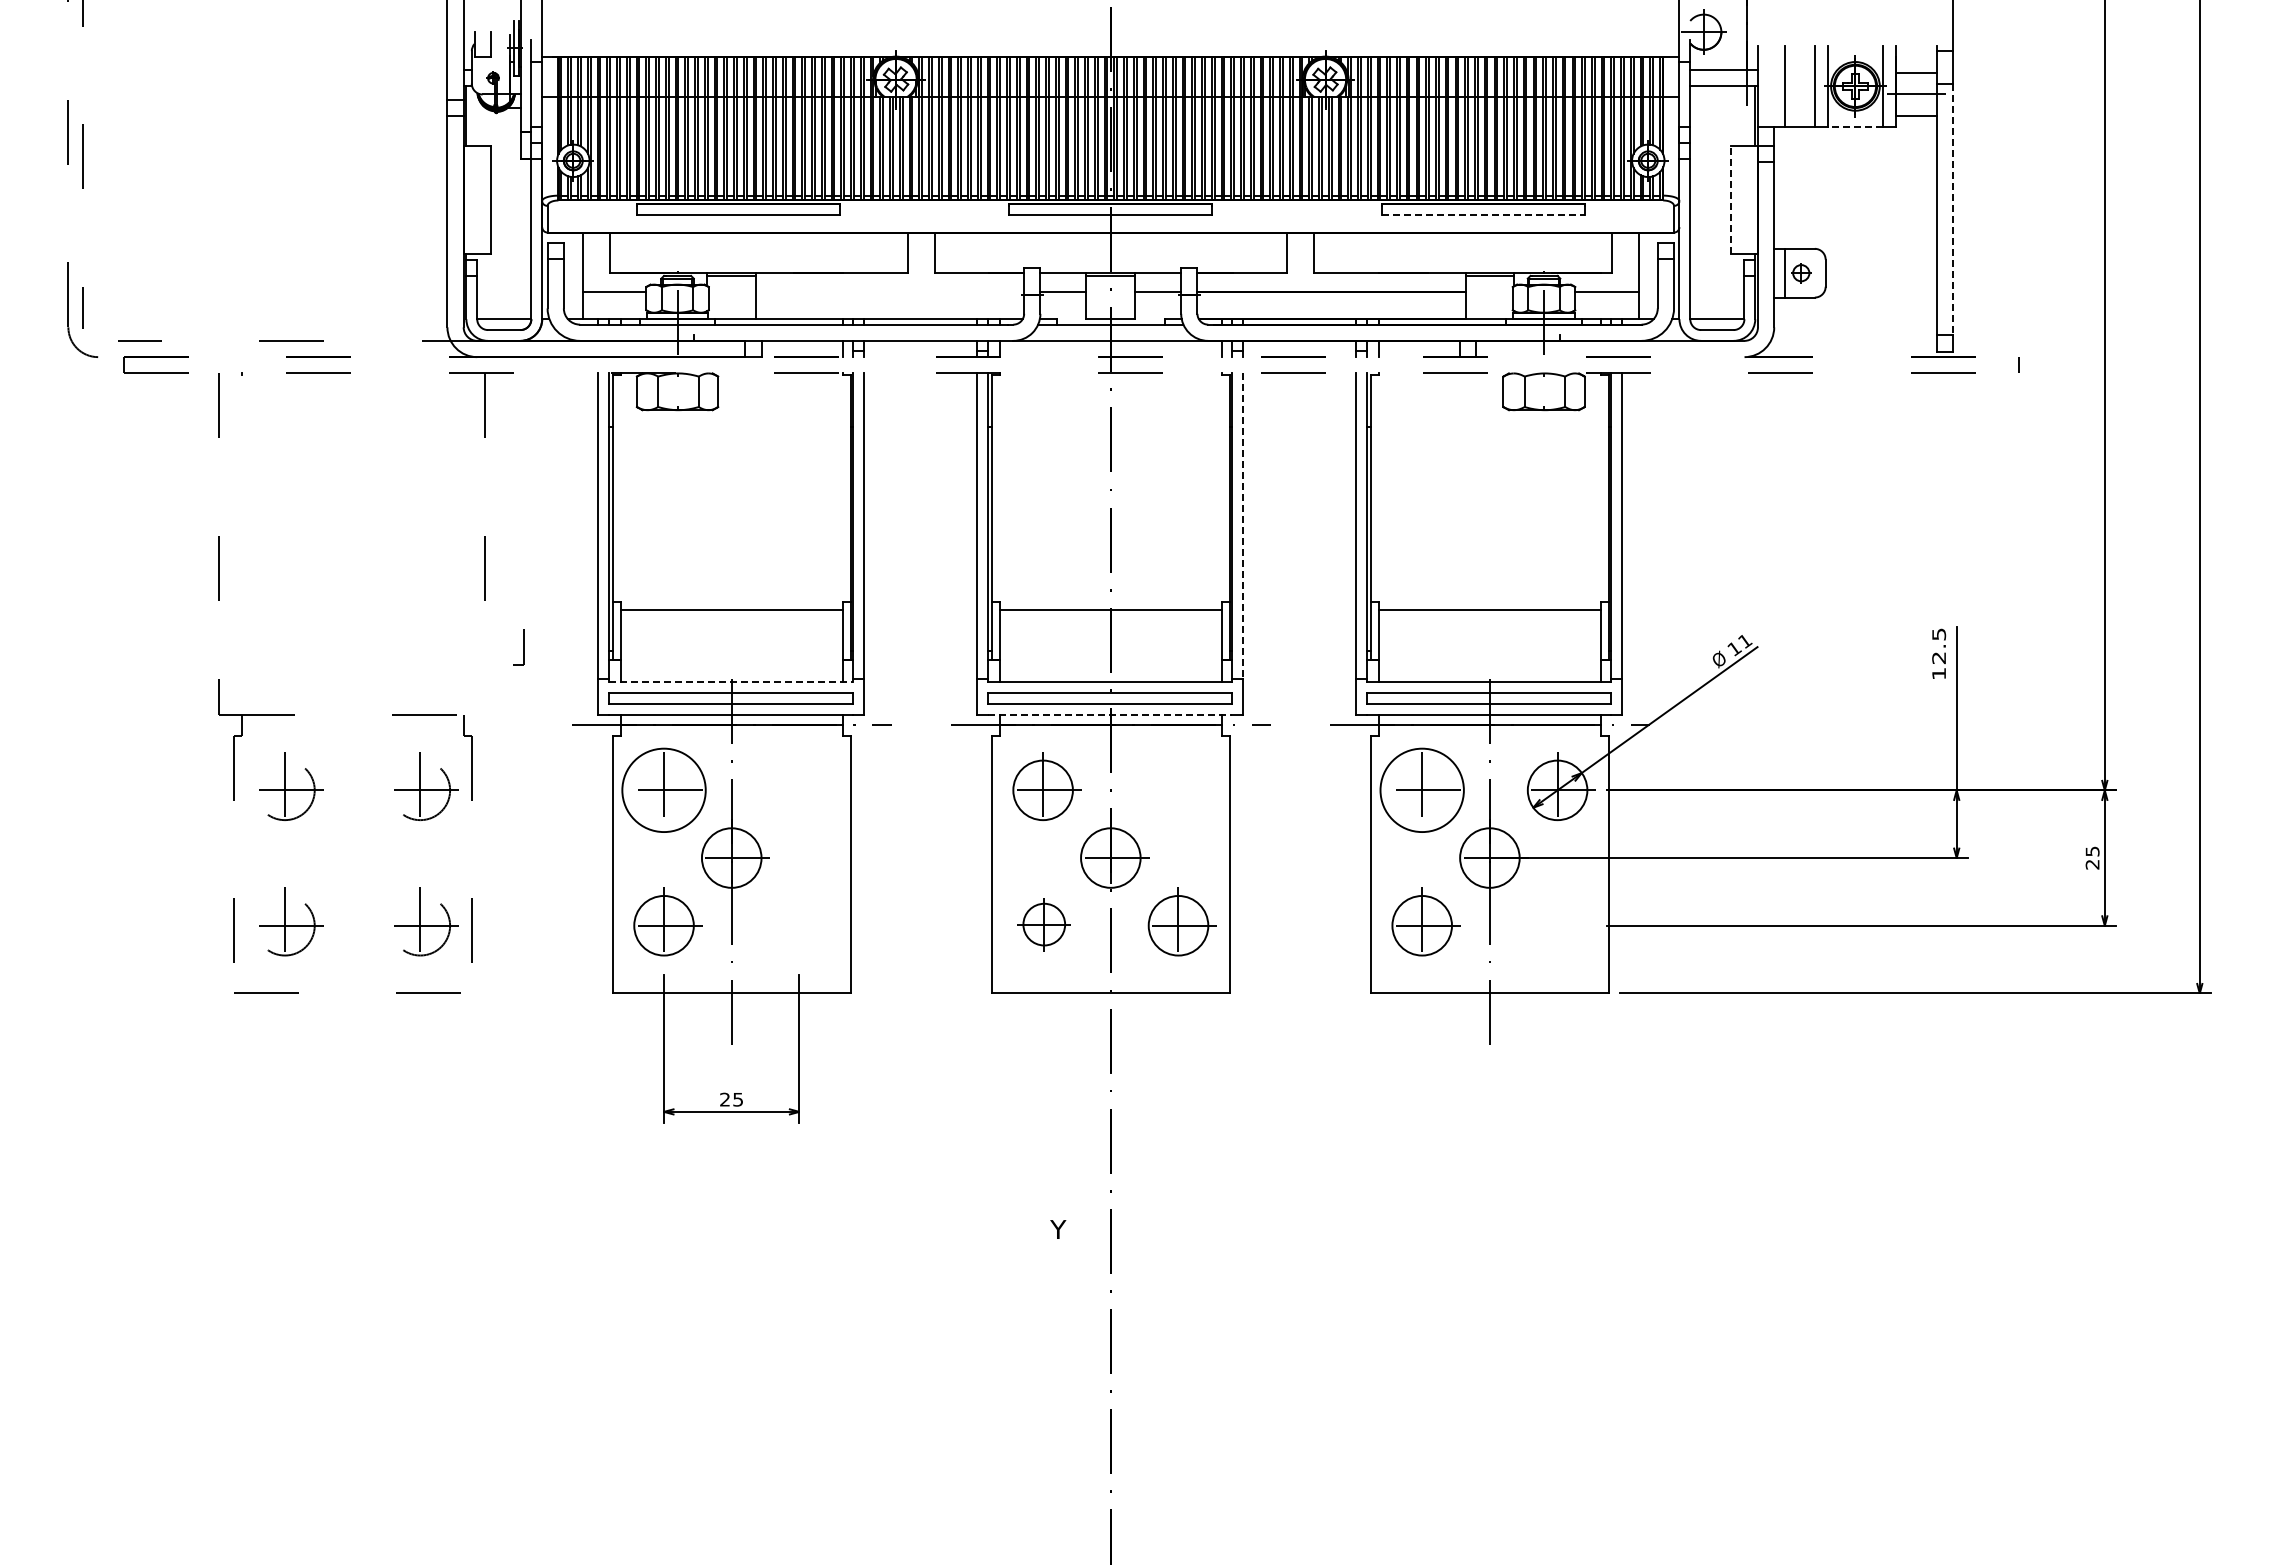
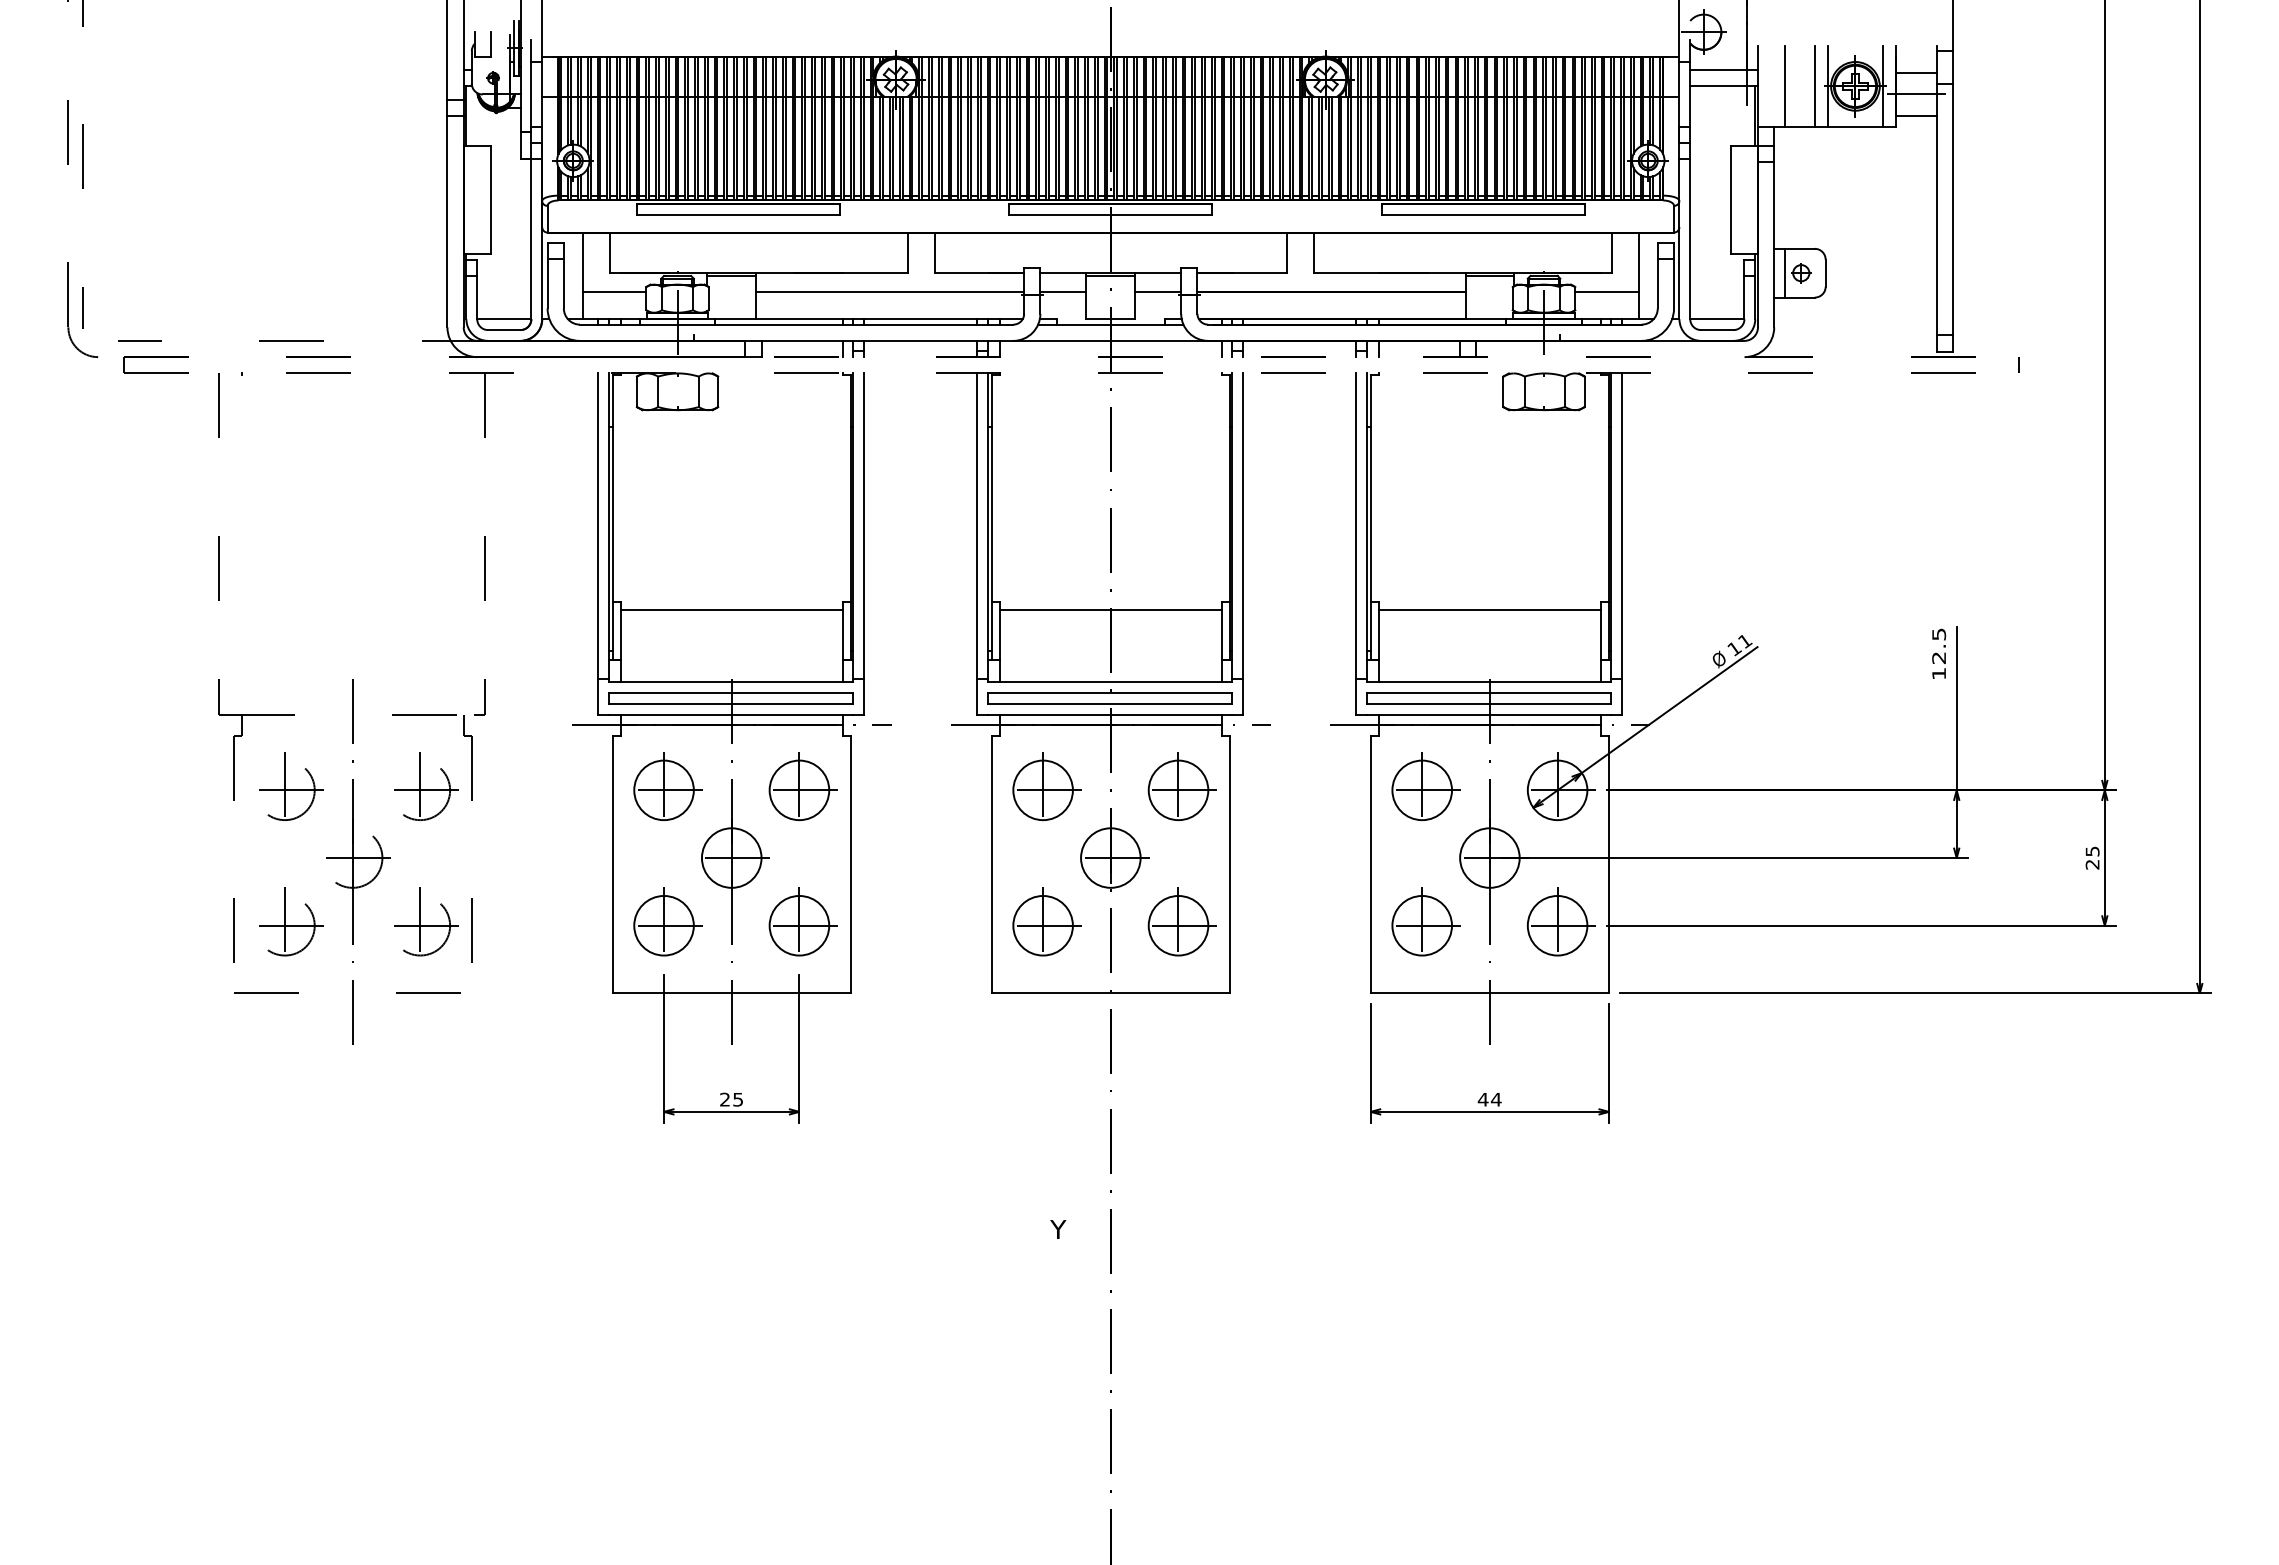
line at (1854, 127): dashed -> solid
line at (1730, 199): dashed -> solid
line at (1952, 209): dashed -> solid
line at (1483, 215): dashed -> solid
line at (890, 292): none -> present
line at (1242, 526): dashed -> solid
part at (518, 647) position: (518, 647) -> (479, 697)
line at (730, 682): dashed -> solid
line at (1110, 714): dashed -> solid
part at (802, 786): none -> present
part at (1181, 786): none -> present
circle at (663, 790) diameter: 83 px -> 60 px
circle at (1421, 790) diameter: 83 px -> 60 px
part at (358, 861): none -> present
part at (802, 921): none -> present
part at (1560, 921): none -> present
part at (1043, 924) size: 54x54 px -> 70x70 px
part at (1486, 1093): none -> present
